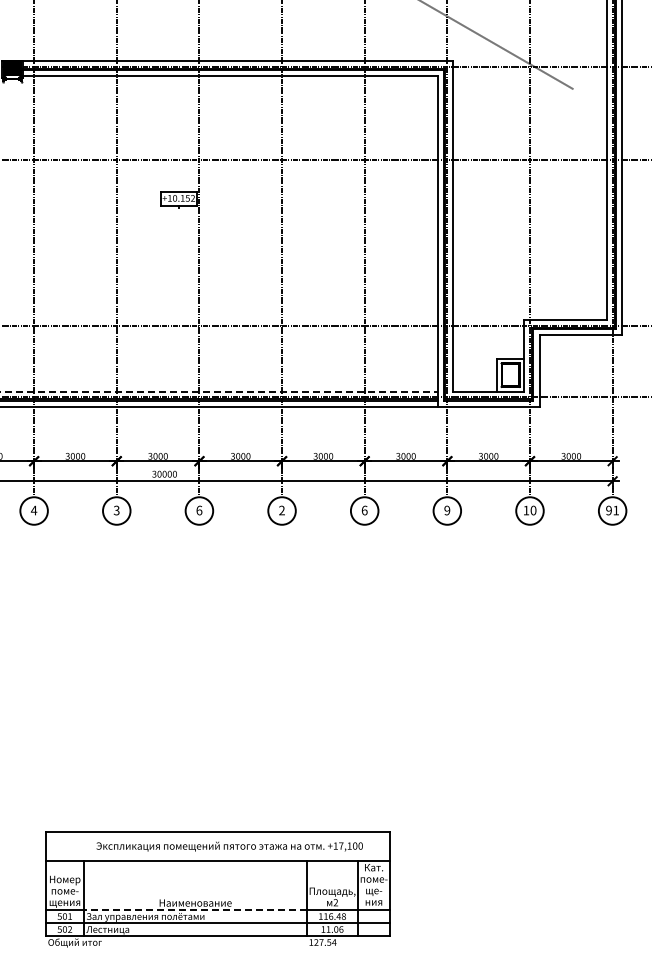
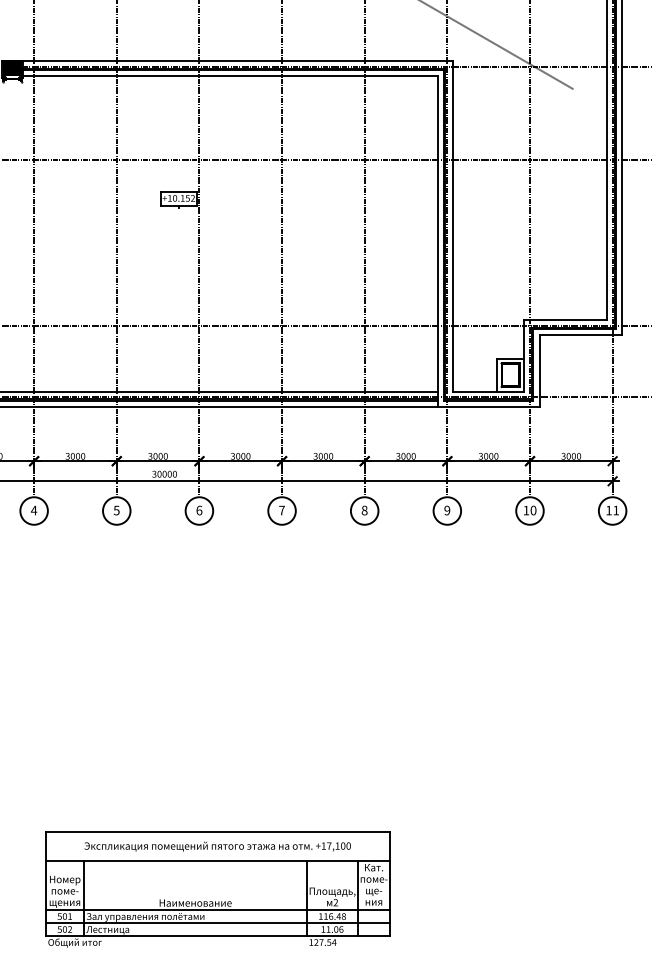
line at (218, 391): dashed -> solid
text at (116, 509): 3 -> 5
text at (281, 510): 2 -> 7
text at (364, 510): 6 -> 8
text at (608, 510): 91 -> 11
text at (229, 846) position: (229, 846) -> (217, 846)
line at (194, 910): dashed -> solid
